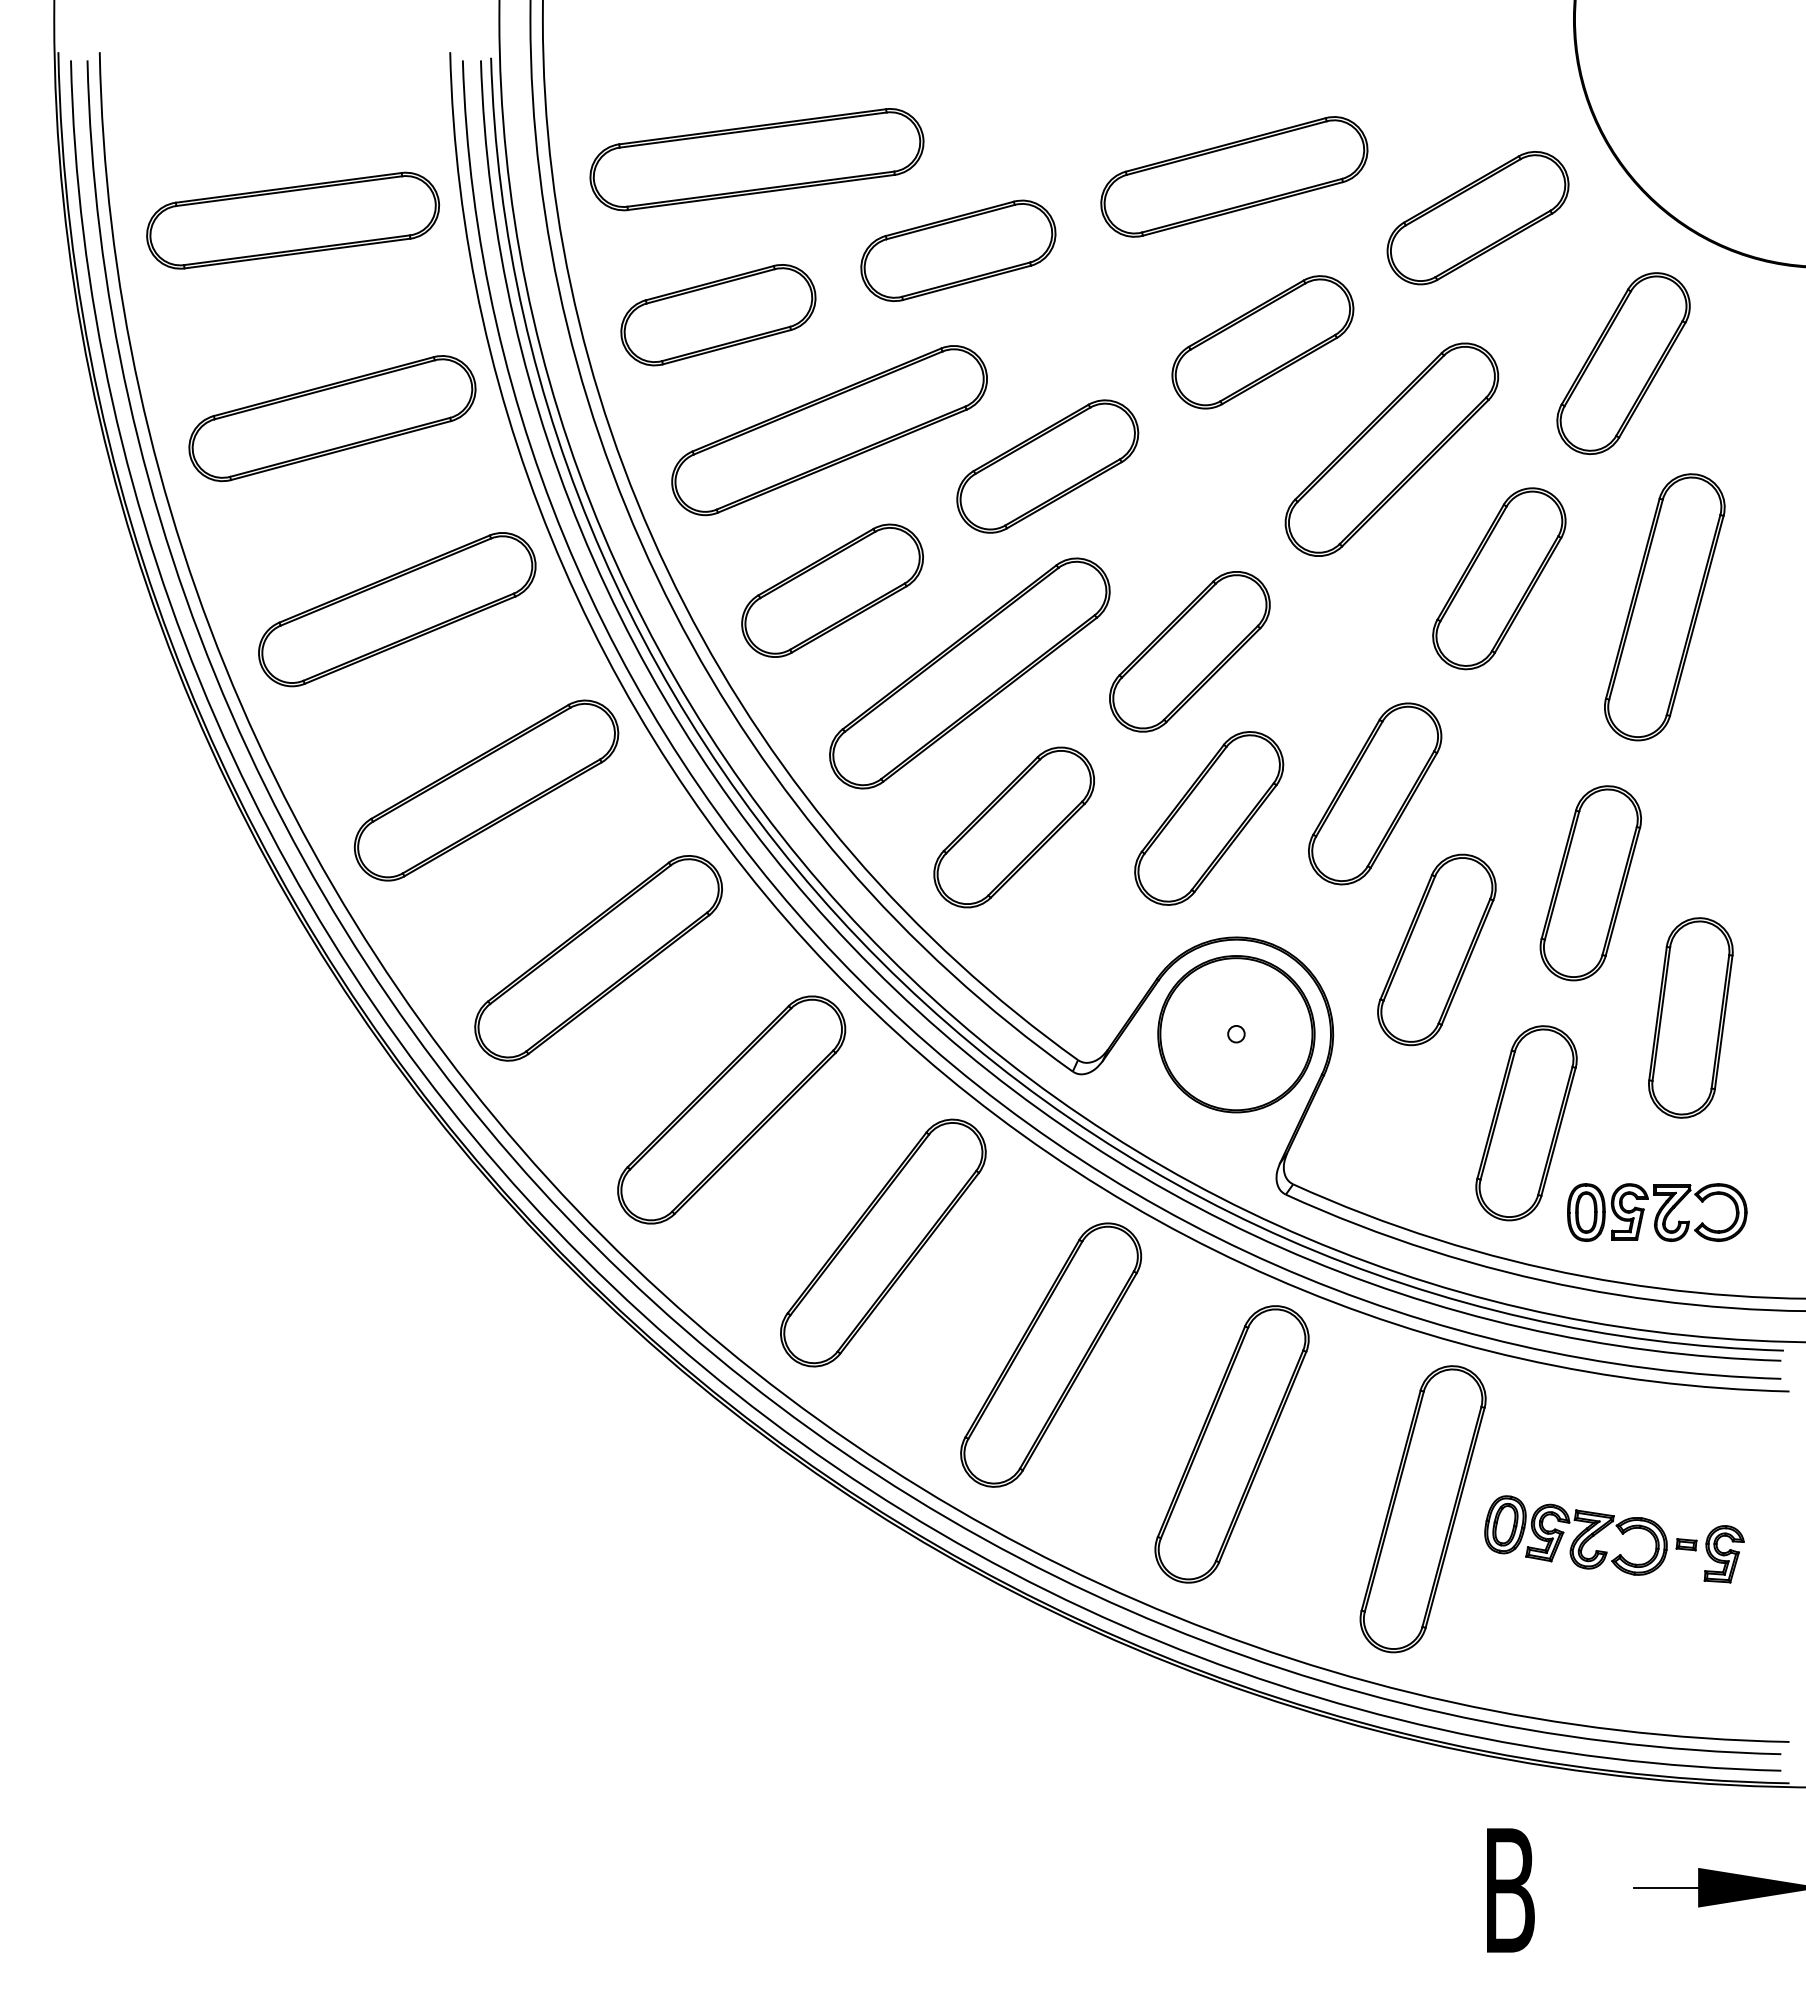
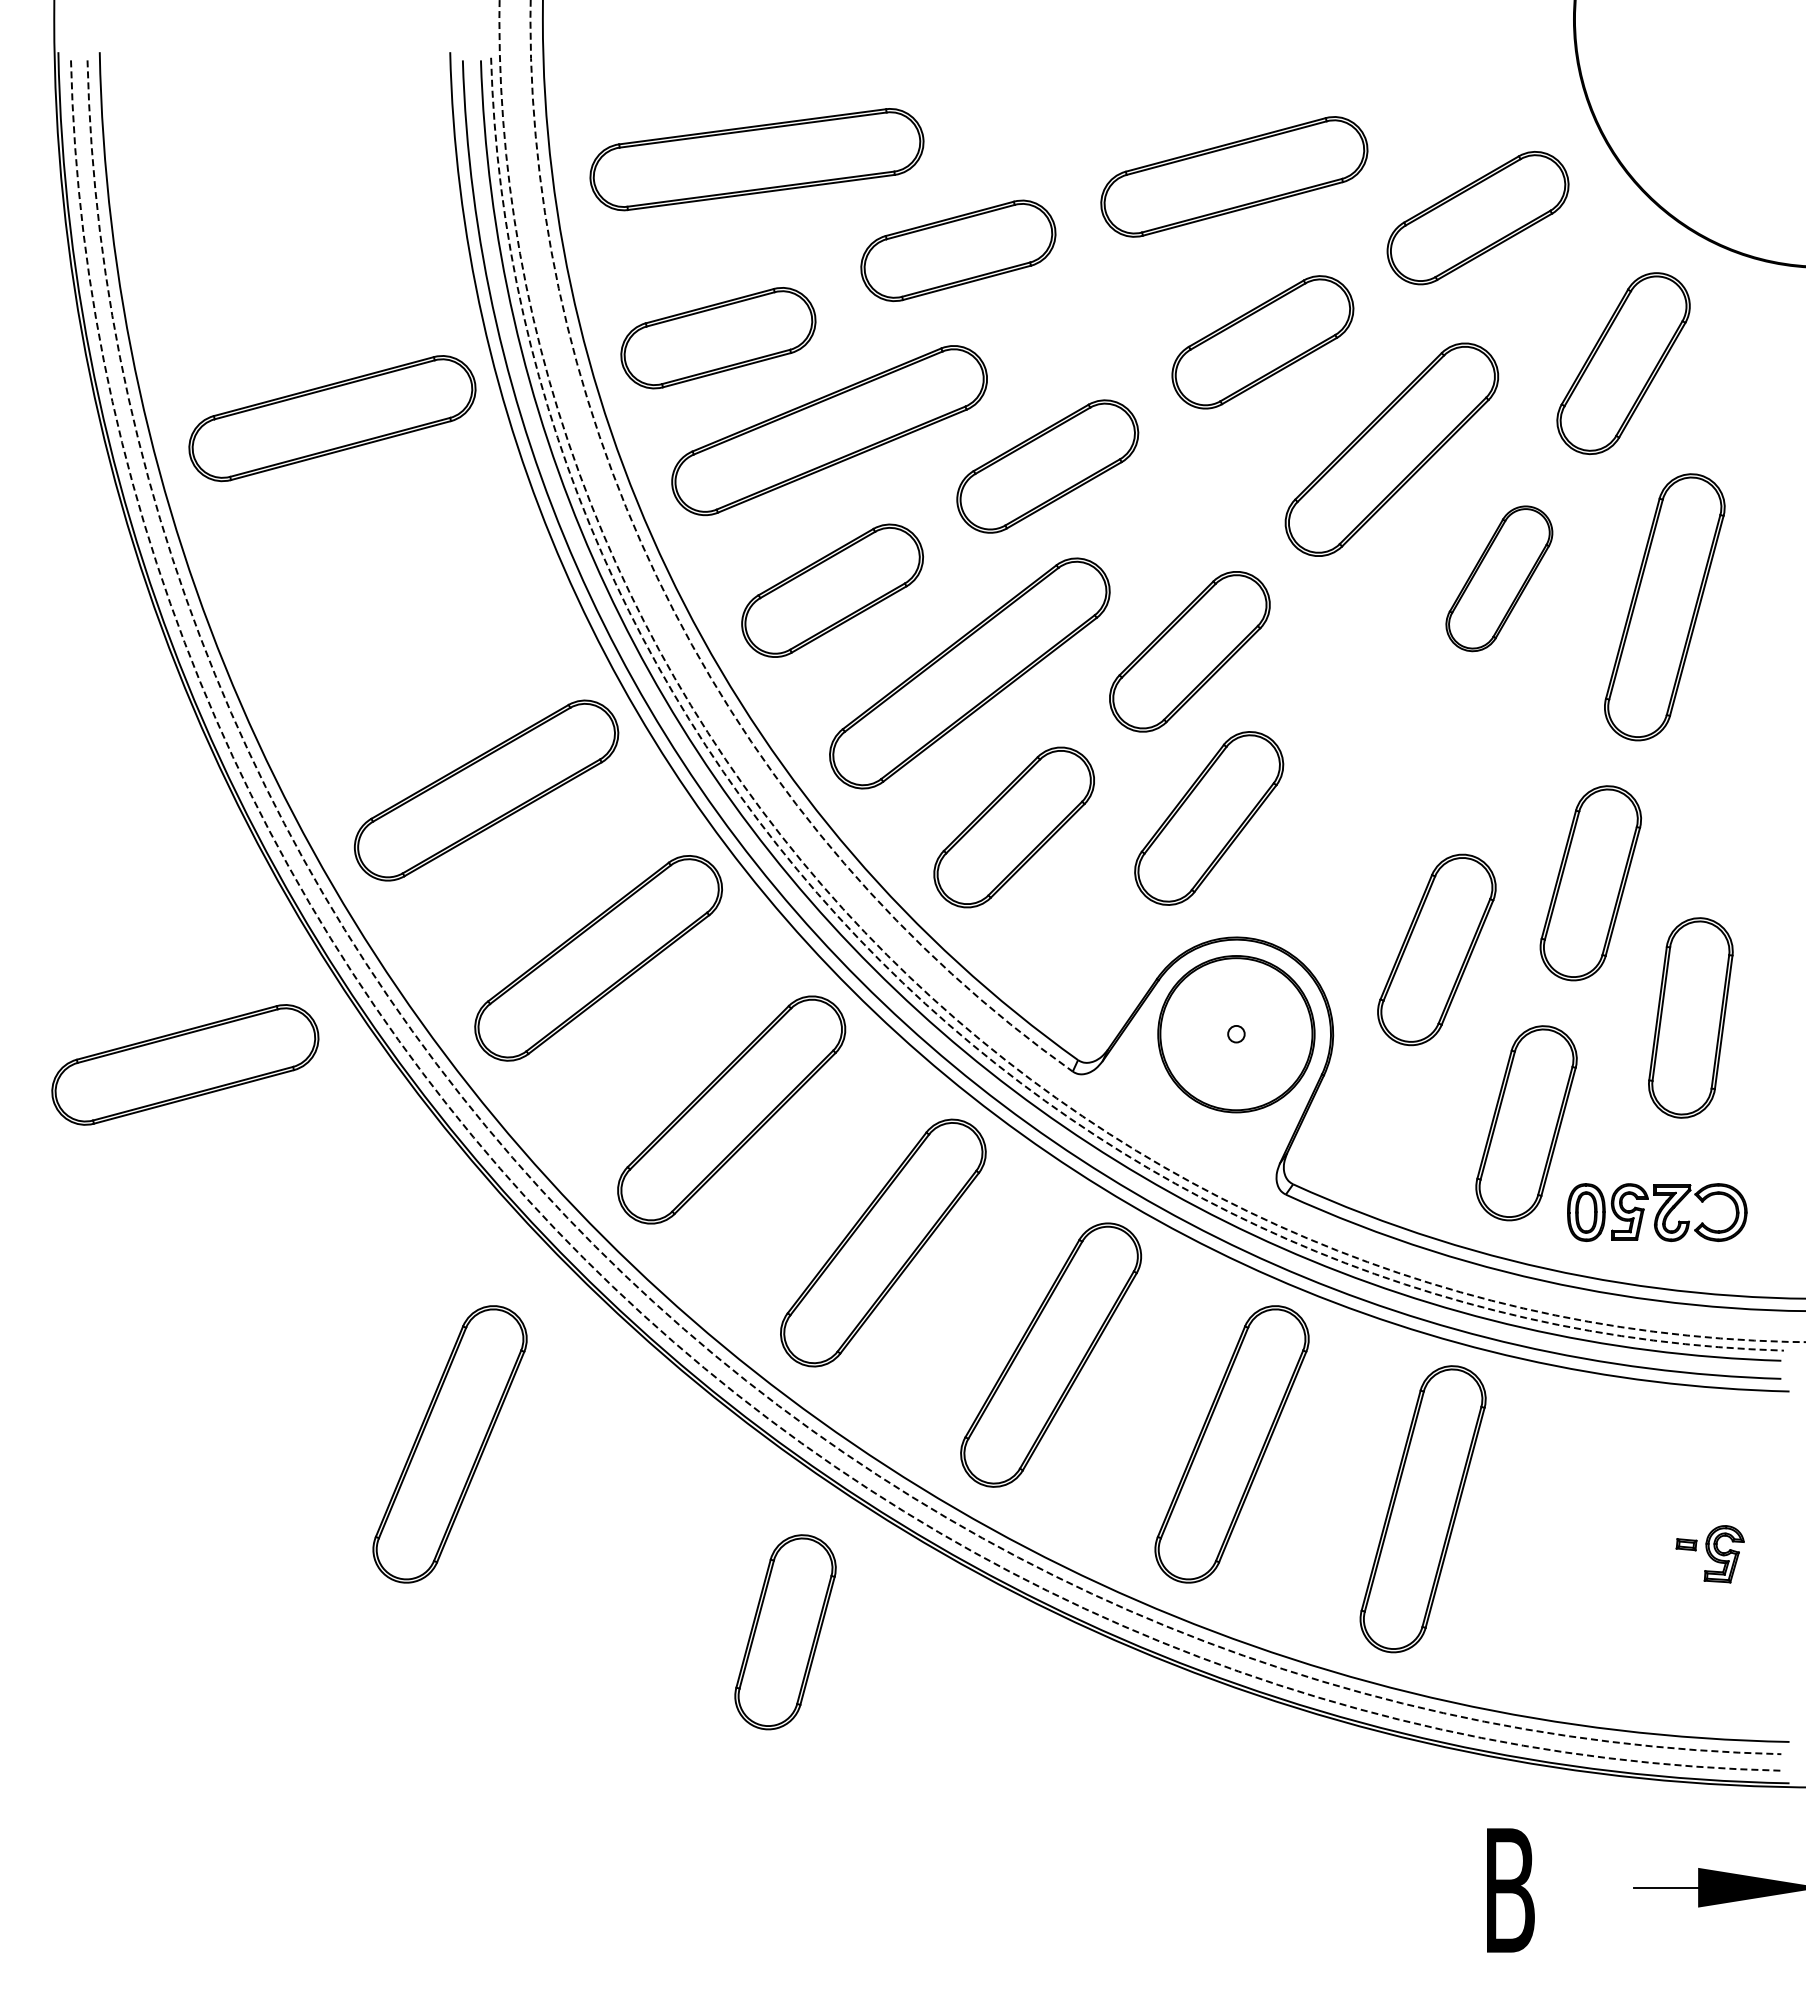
part at (292, 220): present -> none
part at (718, 315) position: (718, 315) -> (718, 338)
part at (1499, 578) size: 135x184 px -> 109x148 px
arc at (670, 603): solid -> dashed
part at (397, 609): present -> none
circle at (1152, 671): solid -> dashed
part at (1375, 793): present -> none
arc at (880, 961): solid -> dashed
part at (185, 1064): none -> present
arc at (595, 1246): solid -> dashed
arc at (583, 1258): solid -> dashed
part at (449, 1444): none -> present
part at (1575, 1535): present -> none
part at (785, 1632): none -> present
